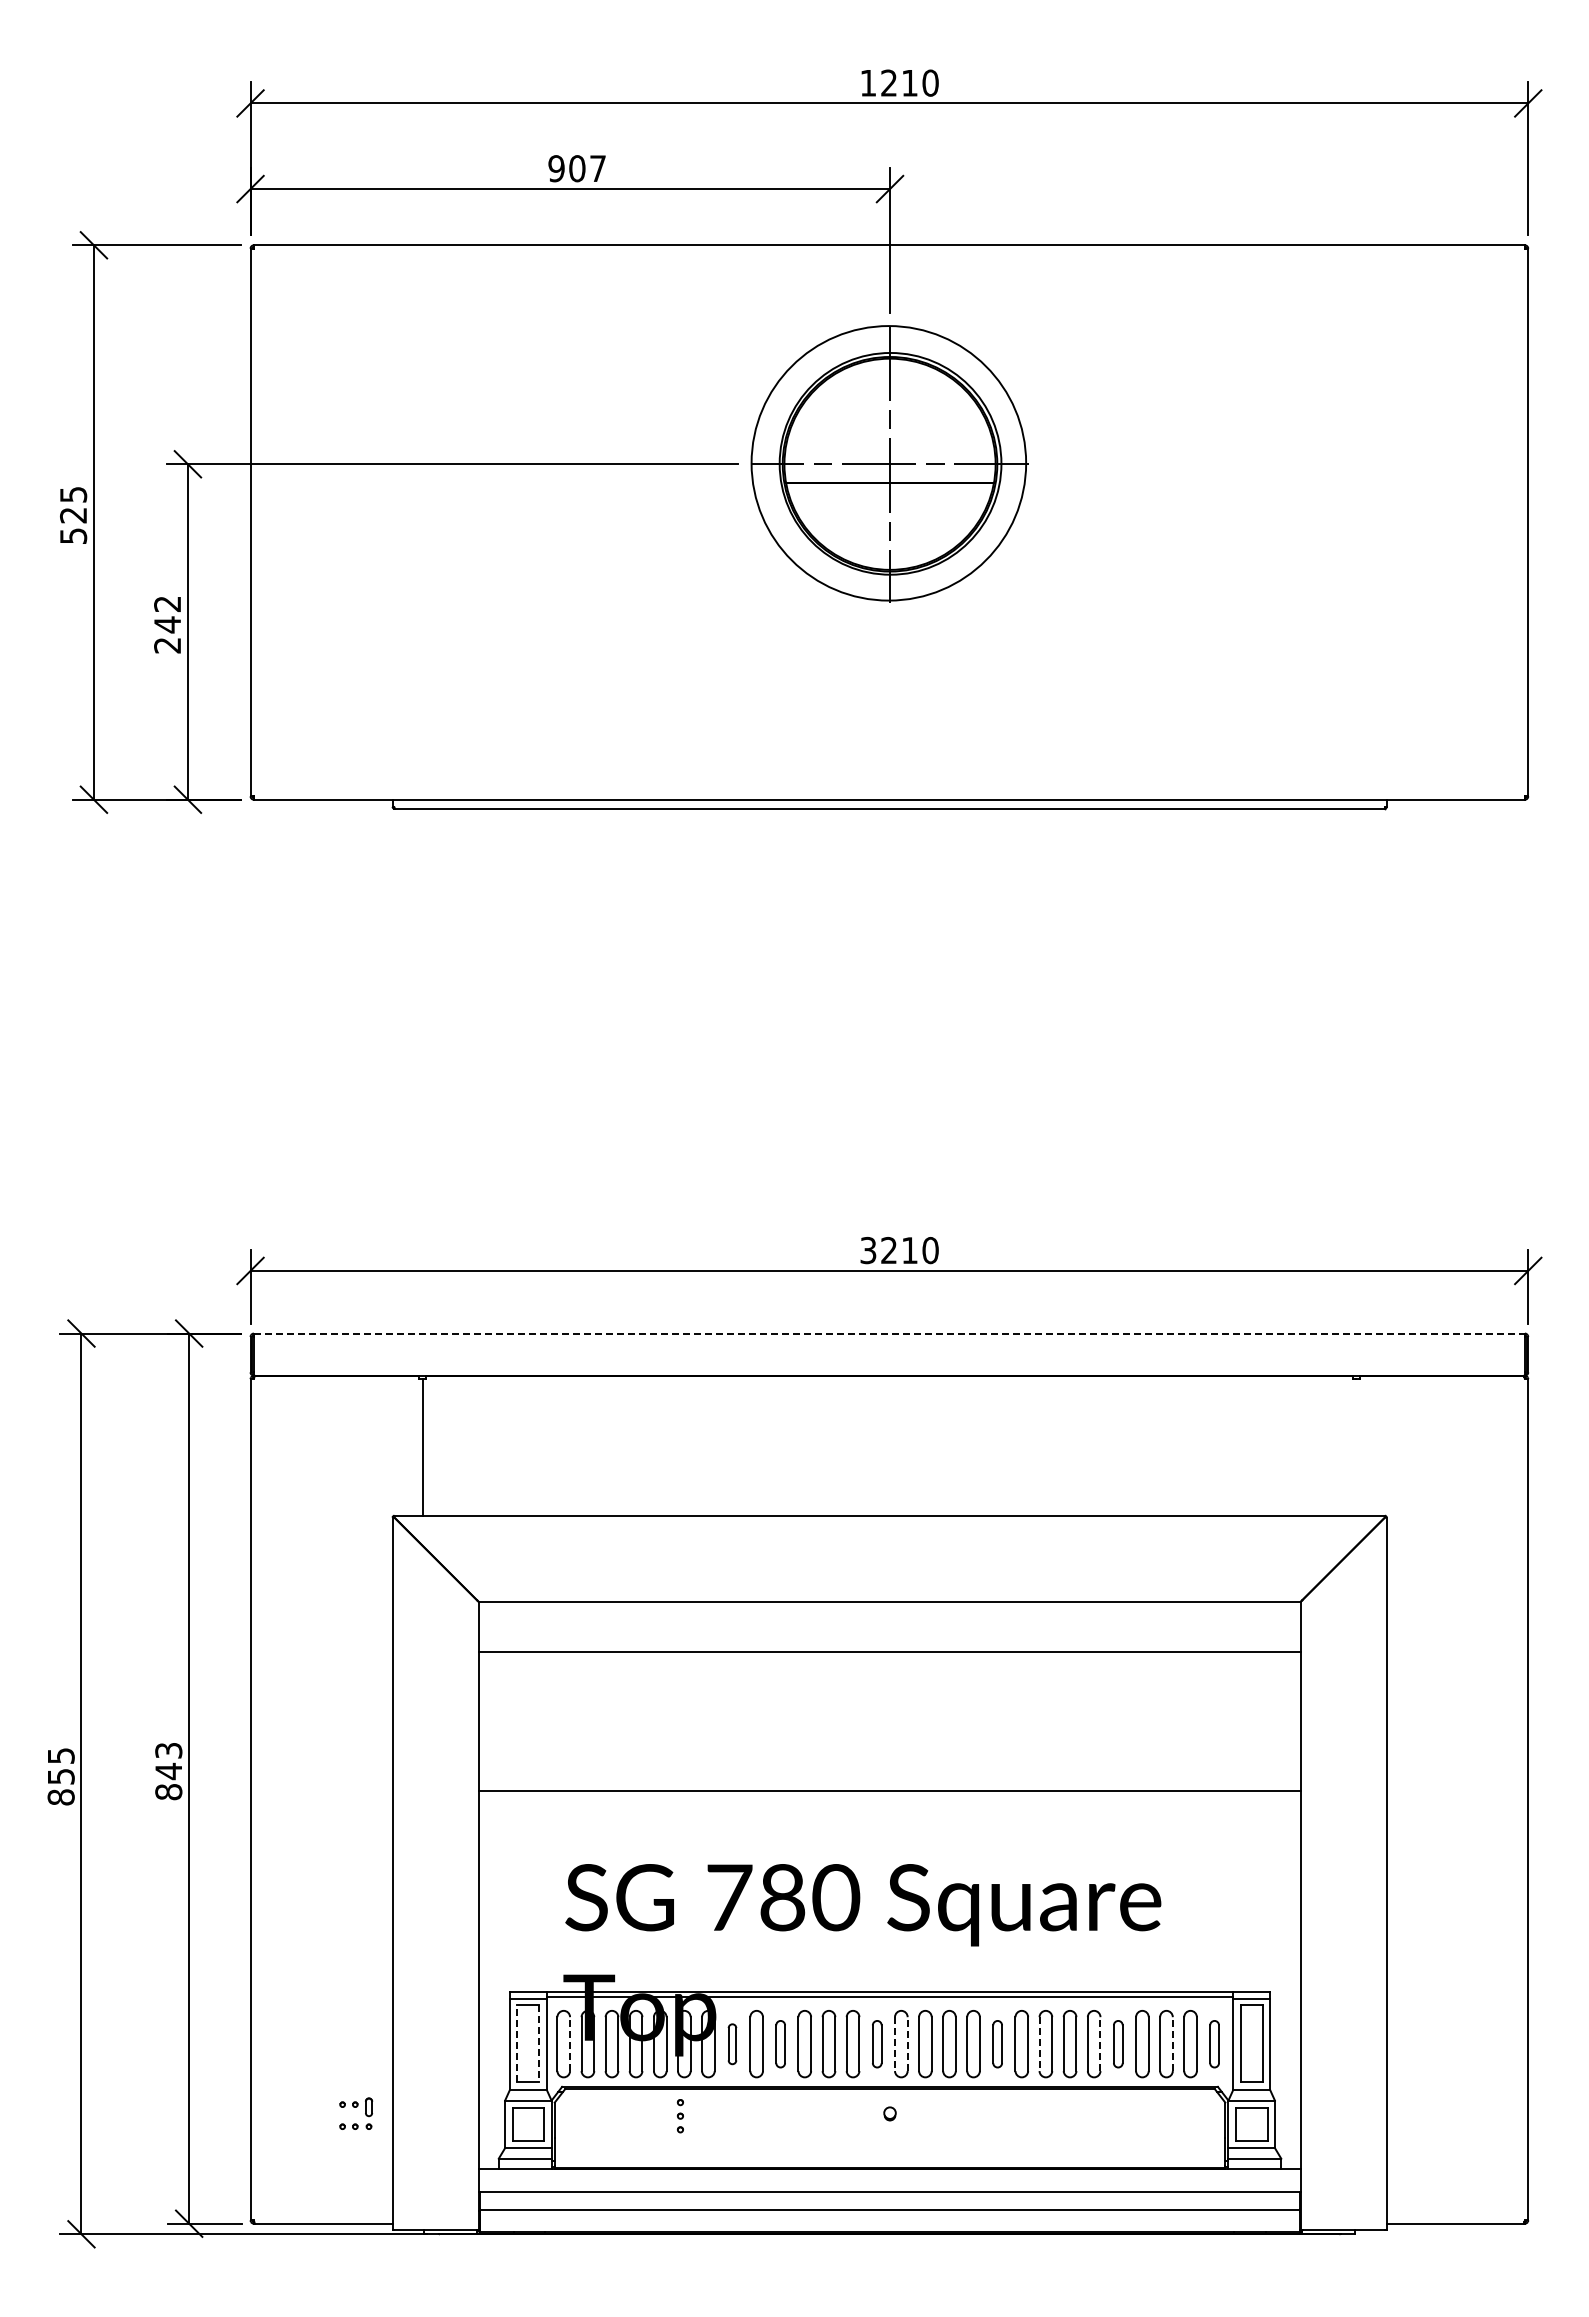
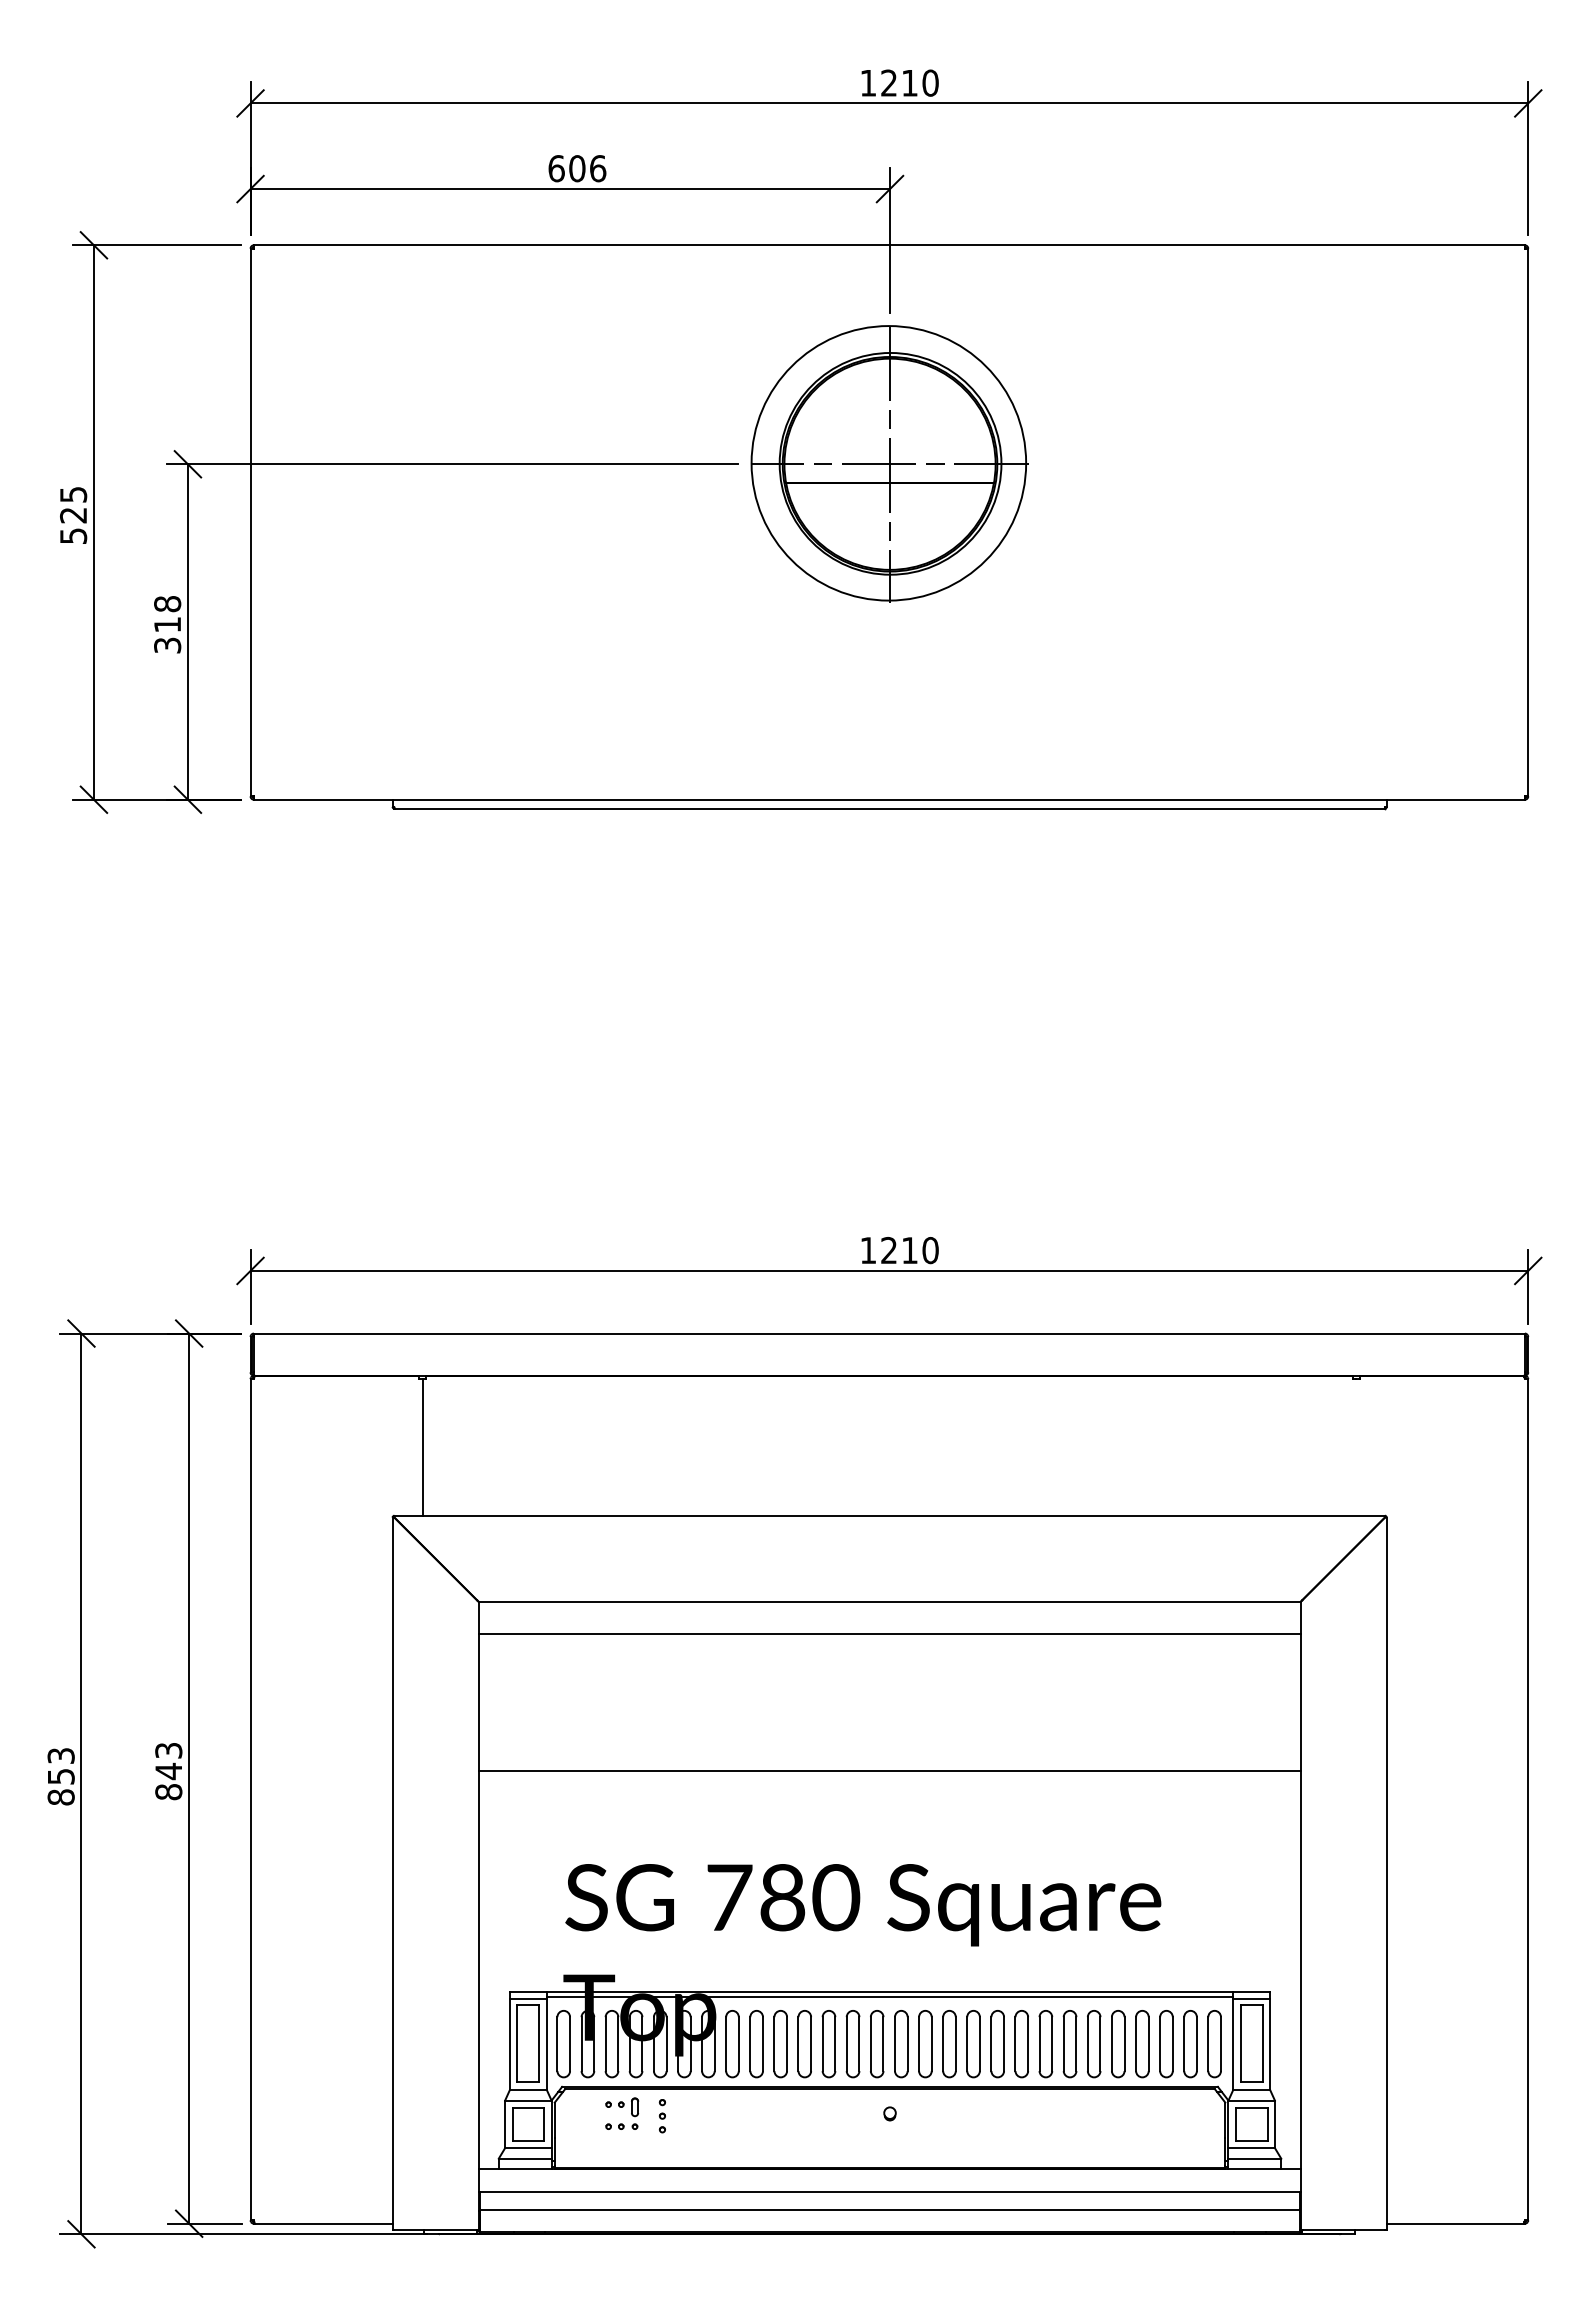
text at (577, 168): 907 -> 606
text at (167, 624): 242 -> 318
text at (868, 1250): 3210 -> 1210
line at (889, 1333): dashed -> solid
line at (889, 1652) position: (889, 1652) -> (889, 1634)
text at (60, 1755): 855 -> 853
line at (889, 1790) position: (889, 1790) -> (889, 1770)
line at (517, 2043): dashed -> solid
line at (539, 2044): dashed -> solid
line at (570, 2044): dashed -> solid
part at (732, 2044) size: 11x43 px -> 15x69 px
part at (780, 2044) size: 11x49 px -> 15x69 px
part at (877, 2044) size: 11x49 px -> 15x69 px
line at (895, 2044): dashed -> solid
line at (907, 2044): dashed -> solid
part at (997, 2044) size: 11x49 px -> 15x69 px
line at (1039, 2044): dashed -> solid
line at (1100, 2044): dashed -> solid
part at (1118, 2044) size: 11x49 px -> 15x69 px
line at (1172, 2044): dashed -> solid
part at (1214, 2044) size: 11x49 px -> 15x69 px
part at (356, 2113) position: (356, 2113) -> (622, 2113)
part at (679, 2116) position: (679, 2116) -> (661, 2116)
